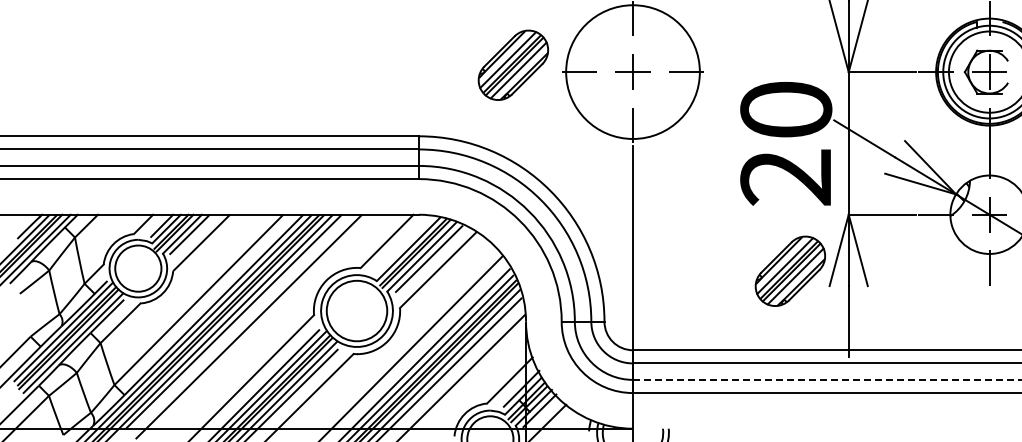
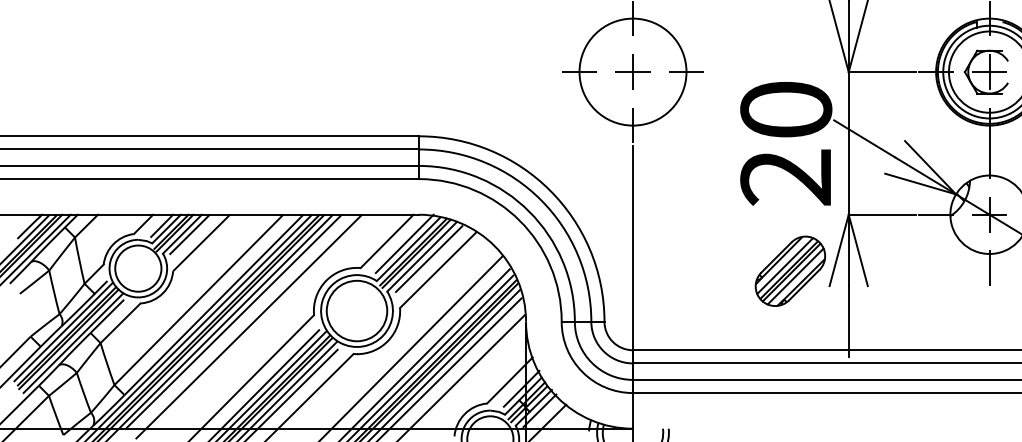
part at (512, 64): present -> none
circle at (632, 71) diameter: 134 px -> 107 px
line at (404, 243): none -> present
line at (827, 379): dashed -> solid
